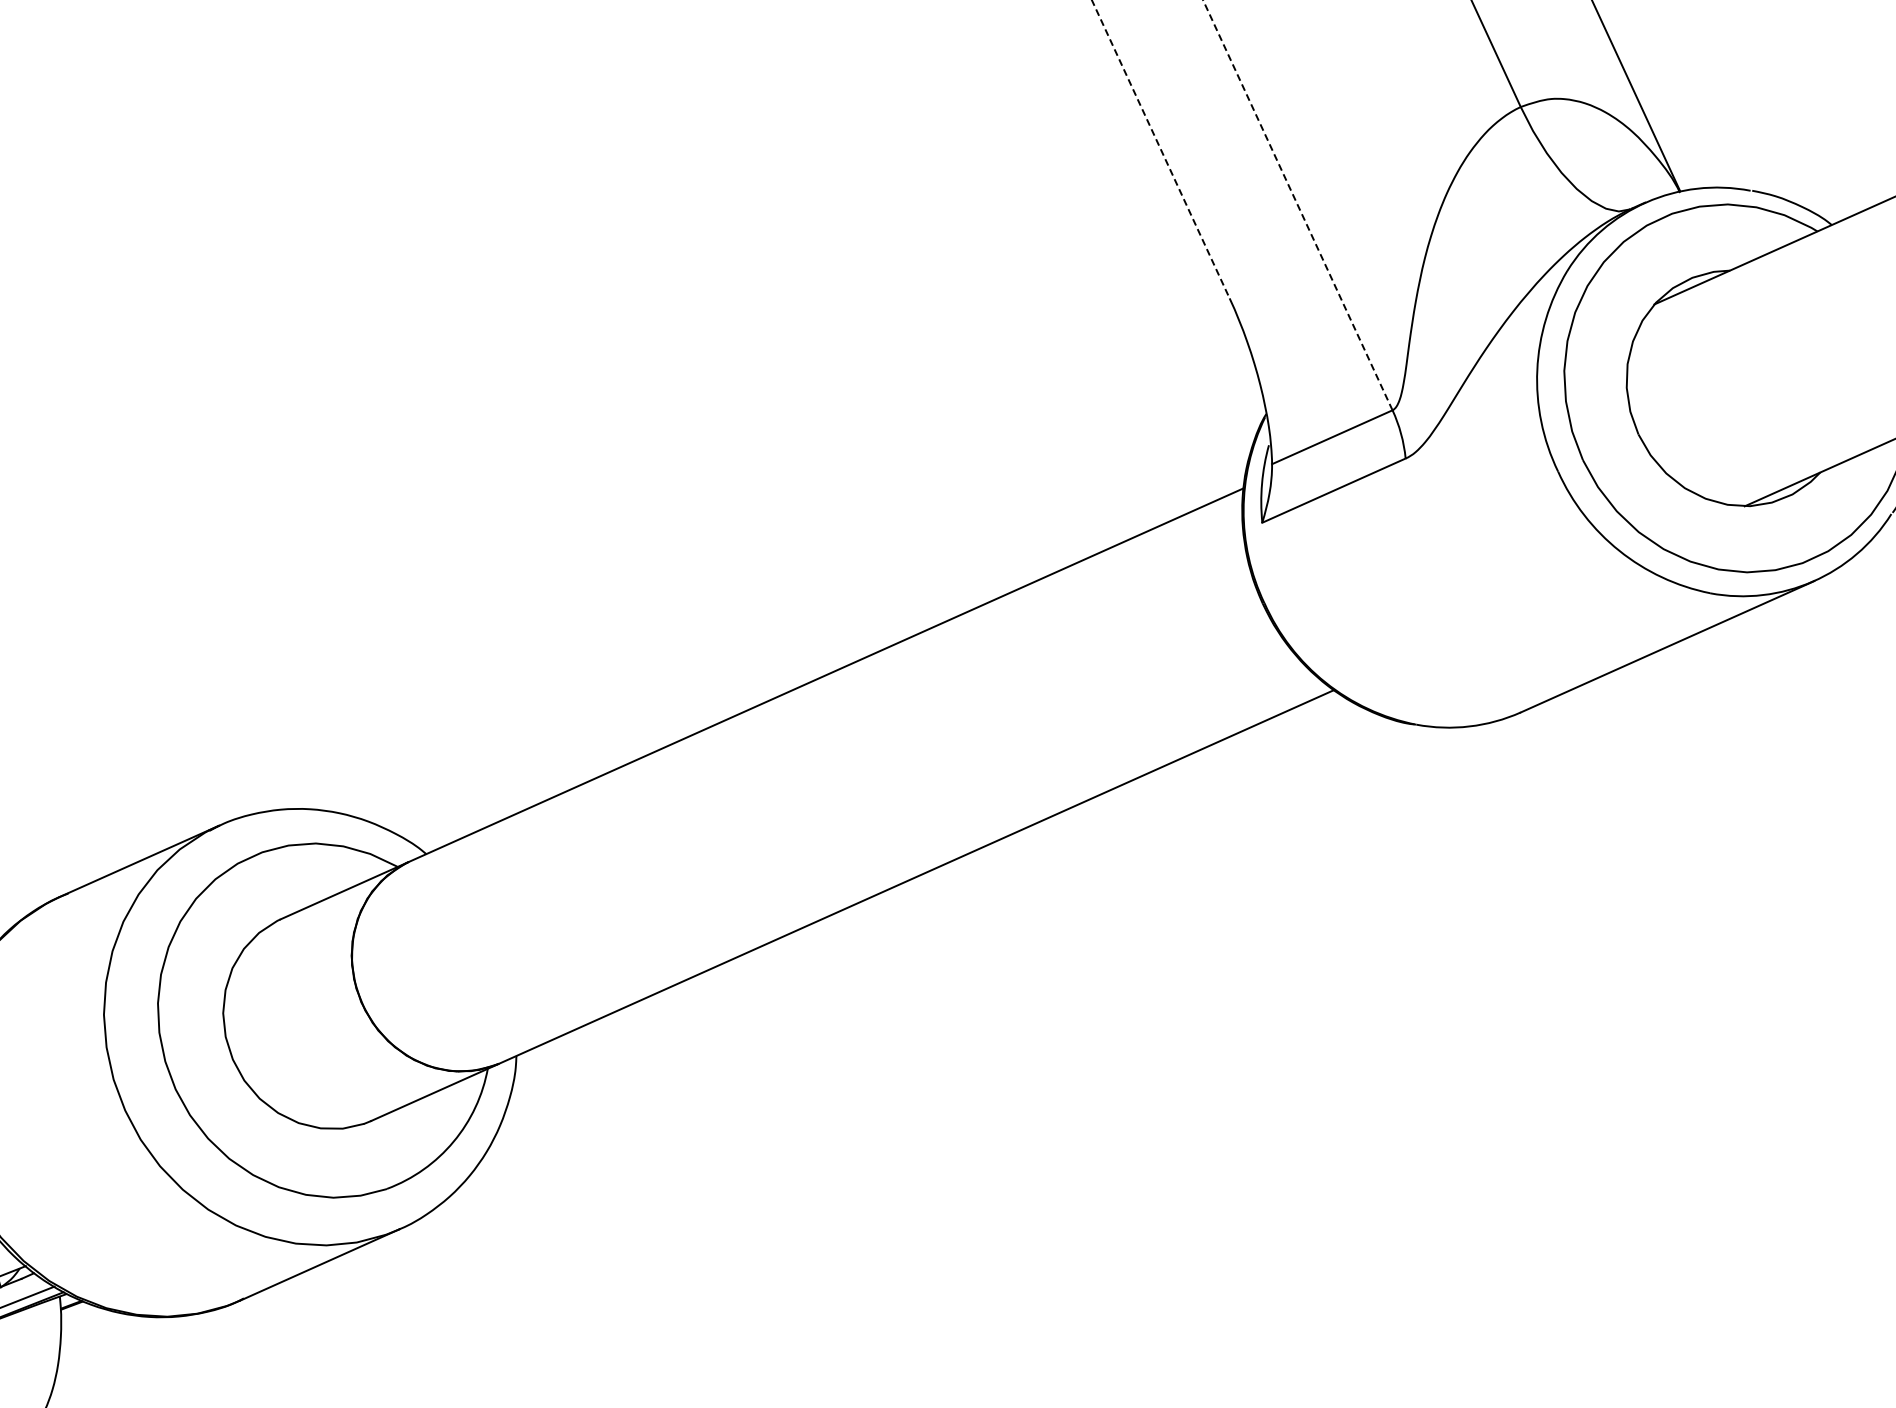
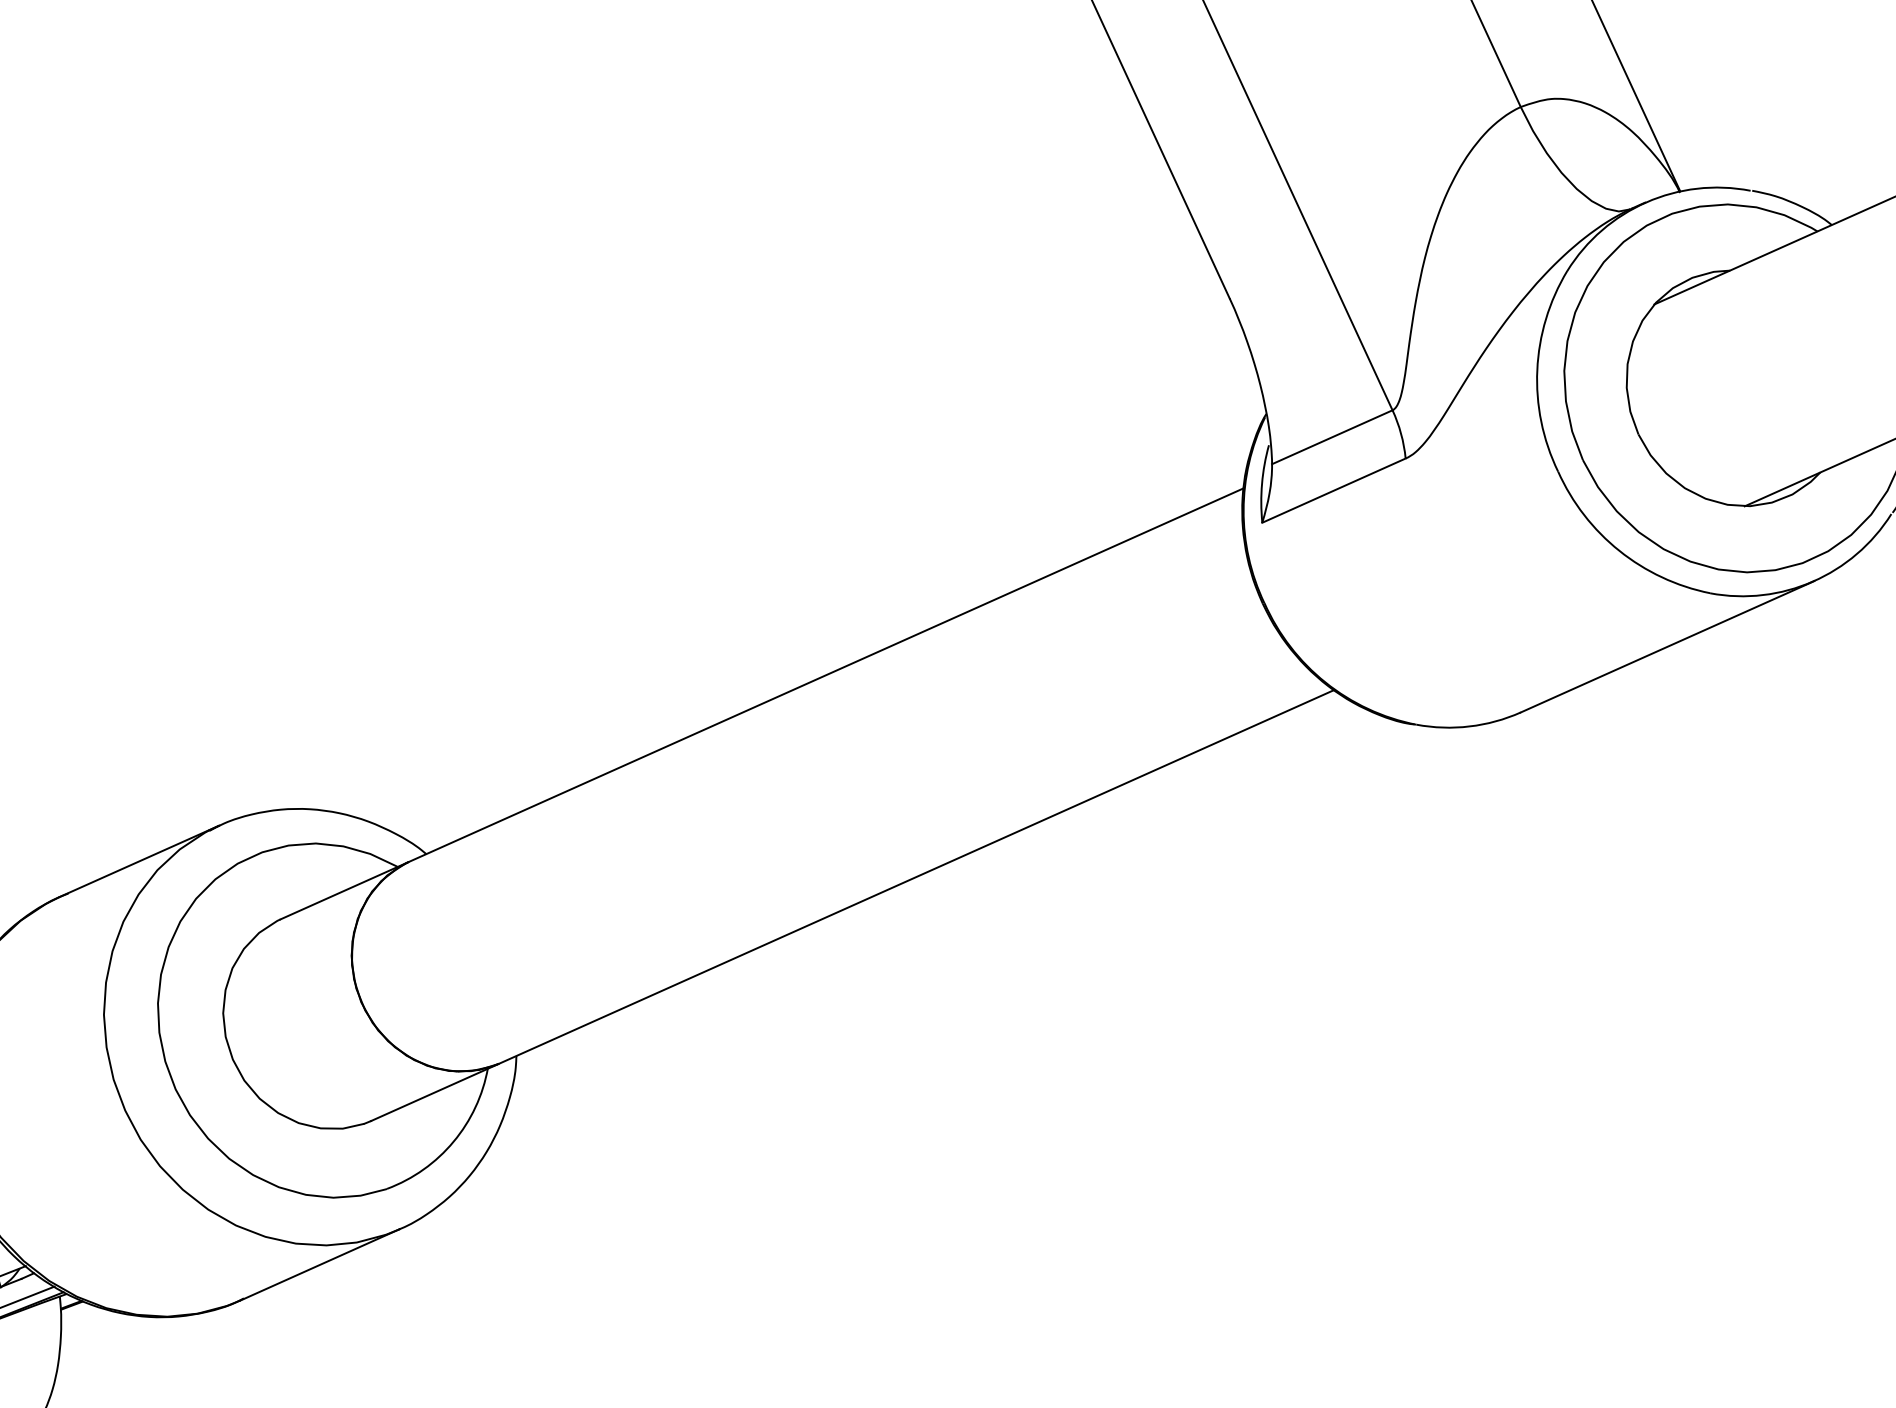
line at (1160, 149): dashed -> solid
line at (1297, 205): dashed -> solid
